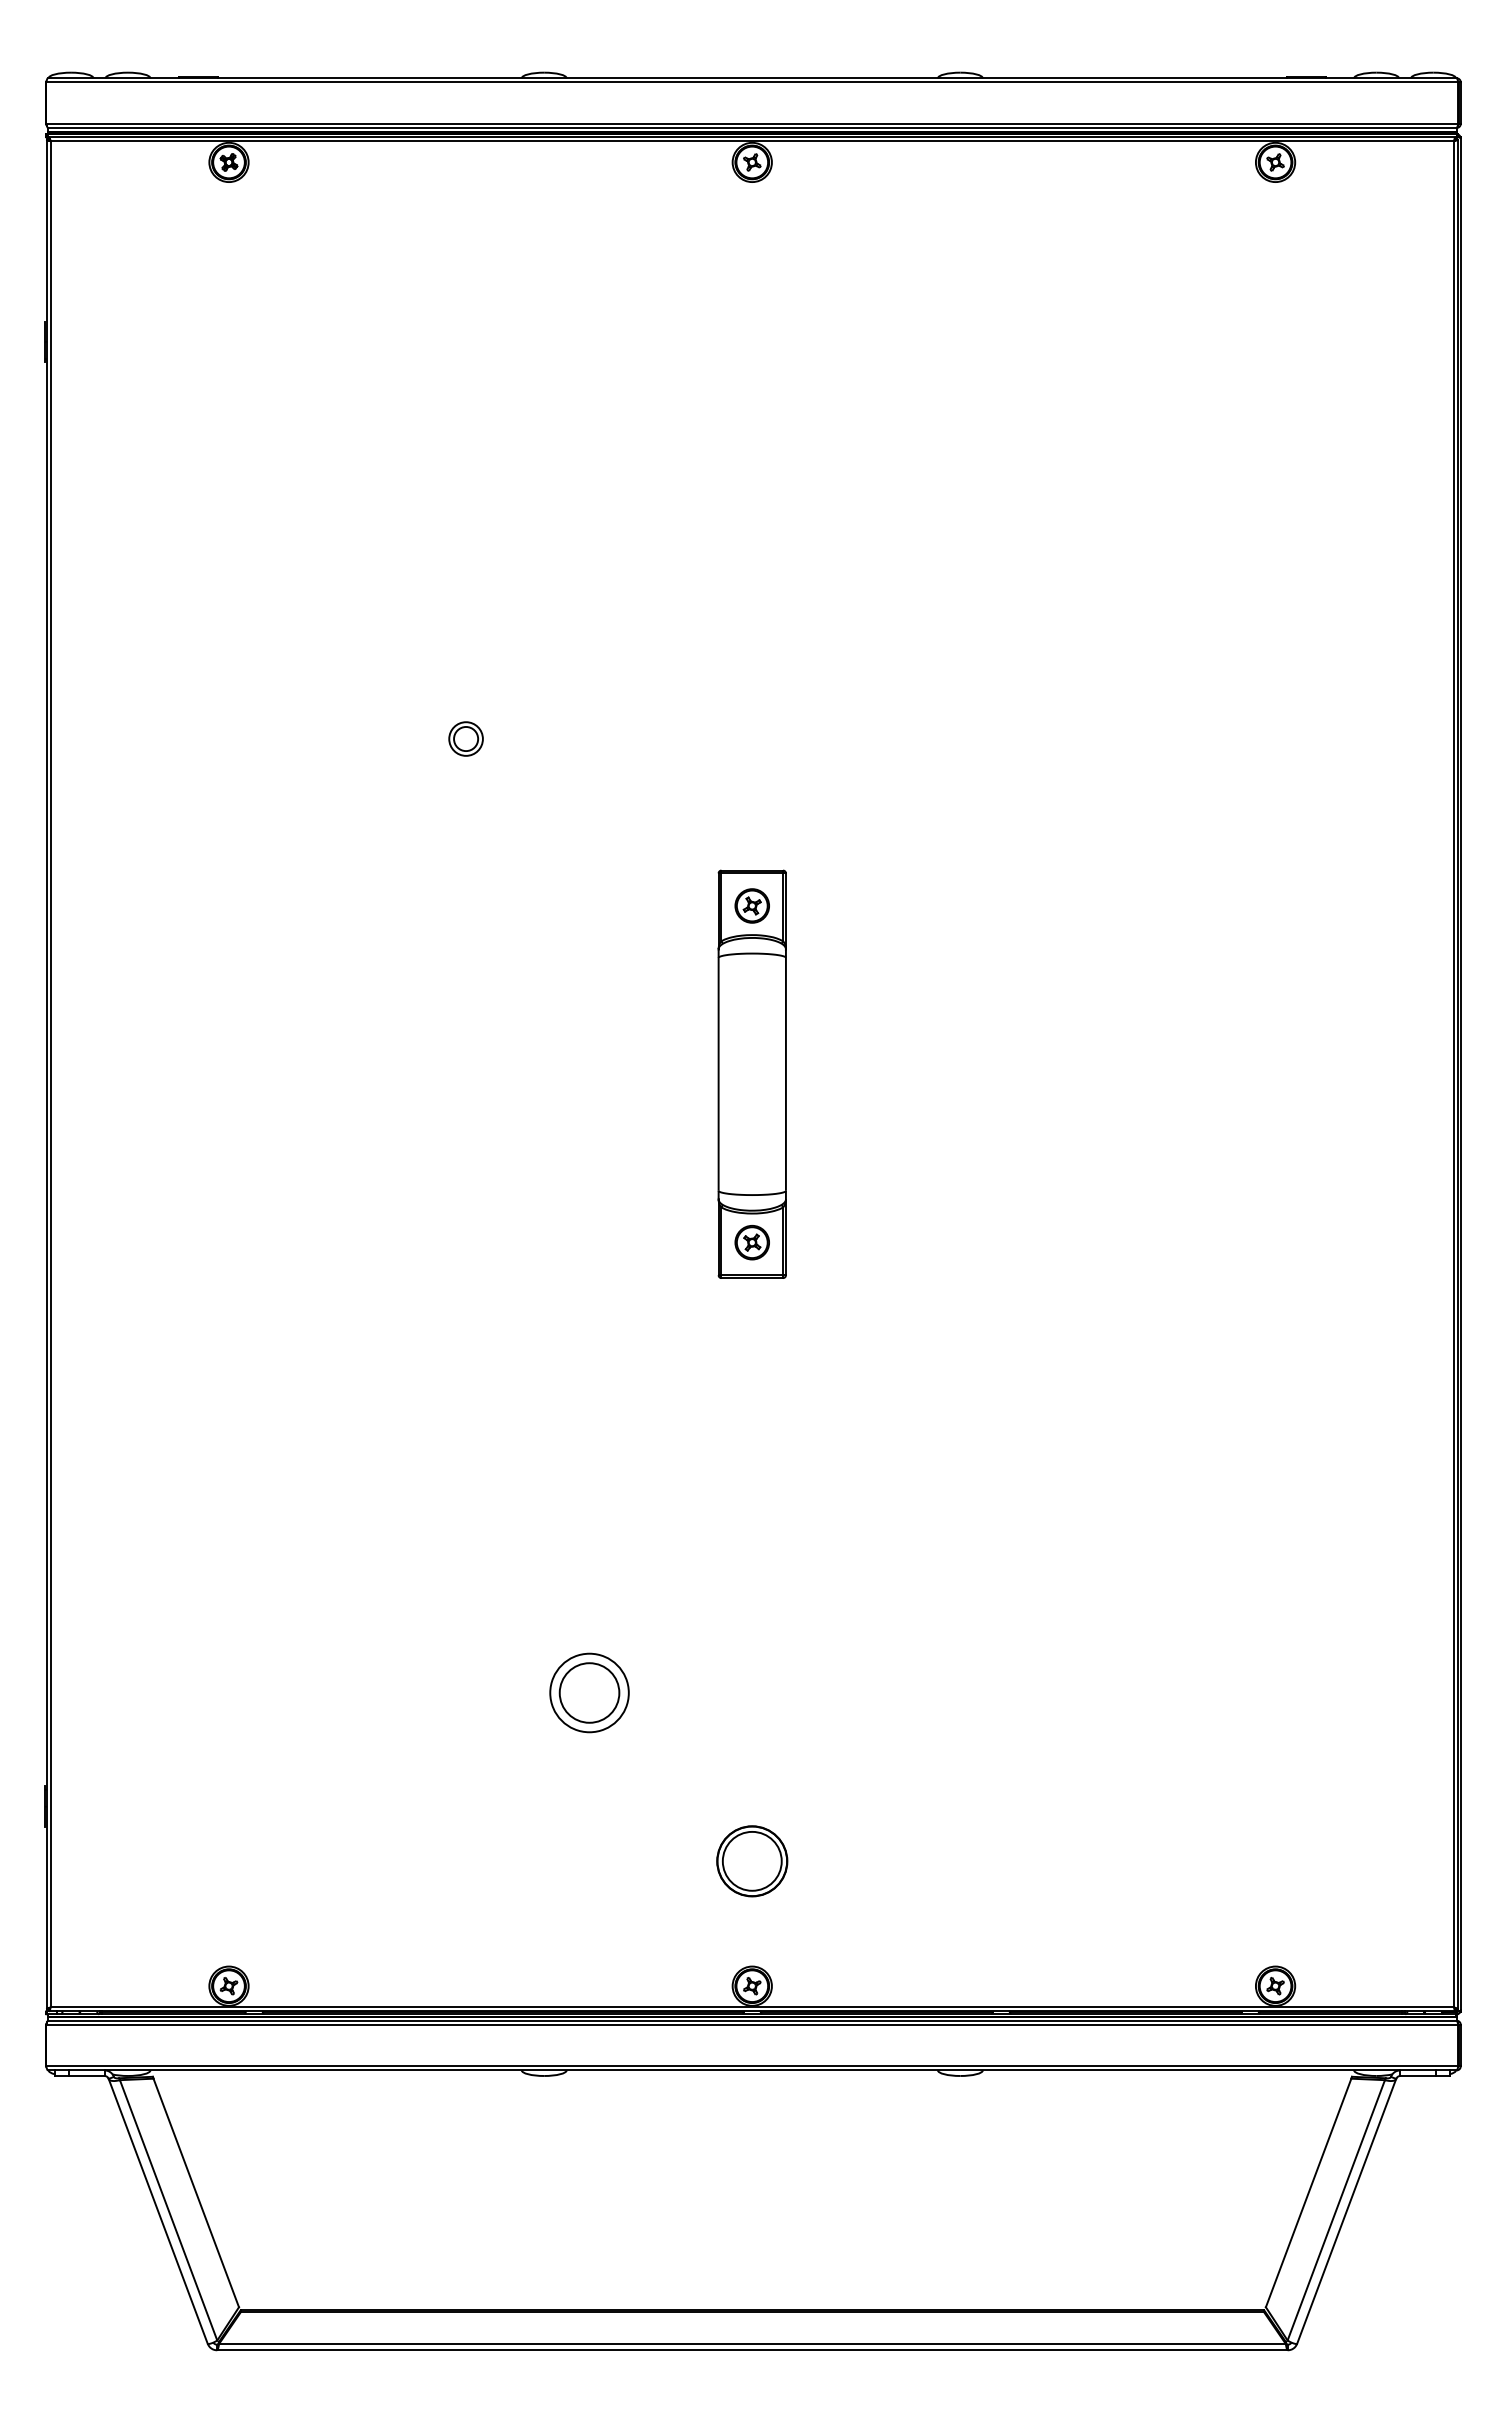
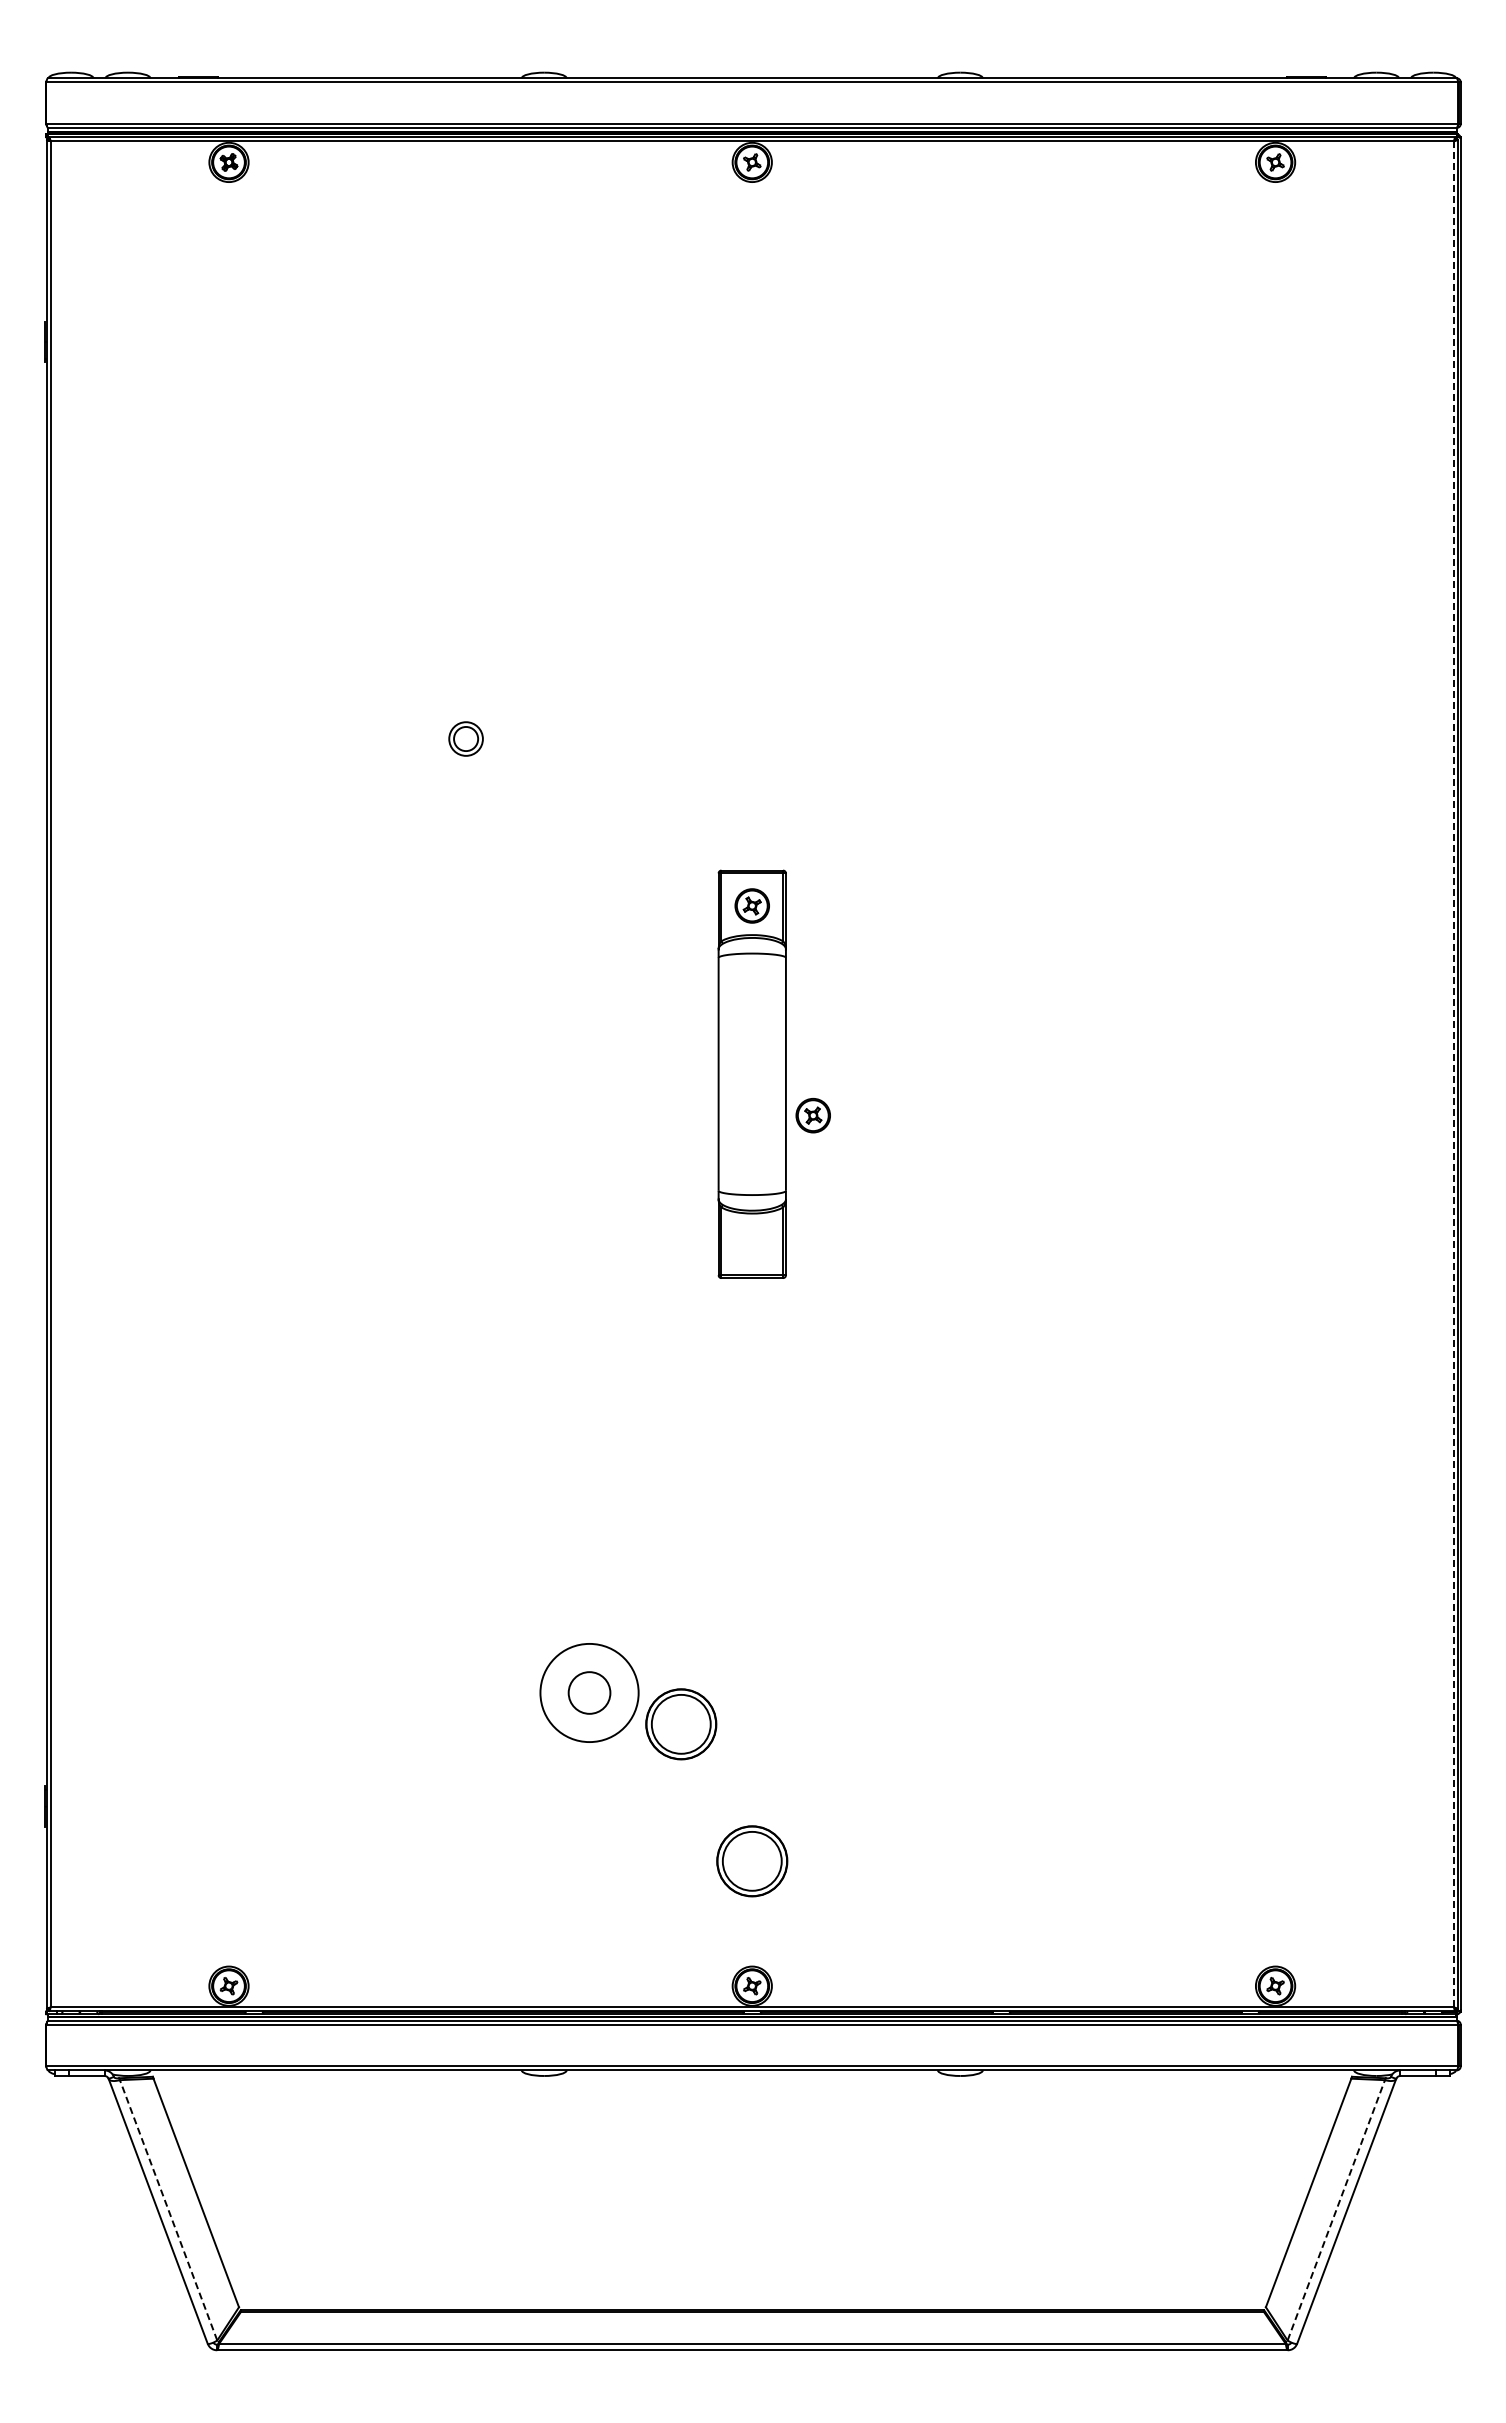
line at (1453, 1073): solid -> dashed
part at (751, 1242) position: (751, 1242) -> (812, 1115)
circle at (589, 1692) diameter: 60 px -> 42 px
circle at (589, 1692) diameter: 79 px -> 98 px
part at (681, 1724): none -> present
line at (168, 2210): solid -> dashed
line at (1336, 2210): solid -> dashed
